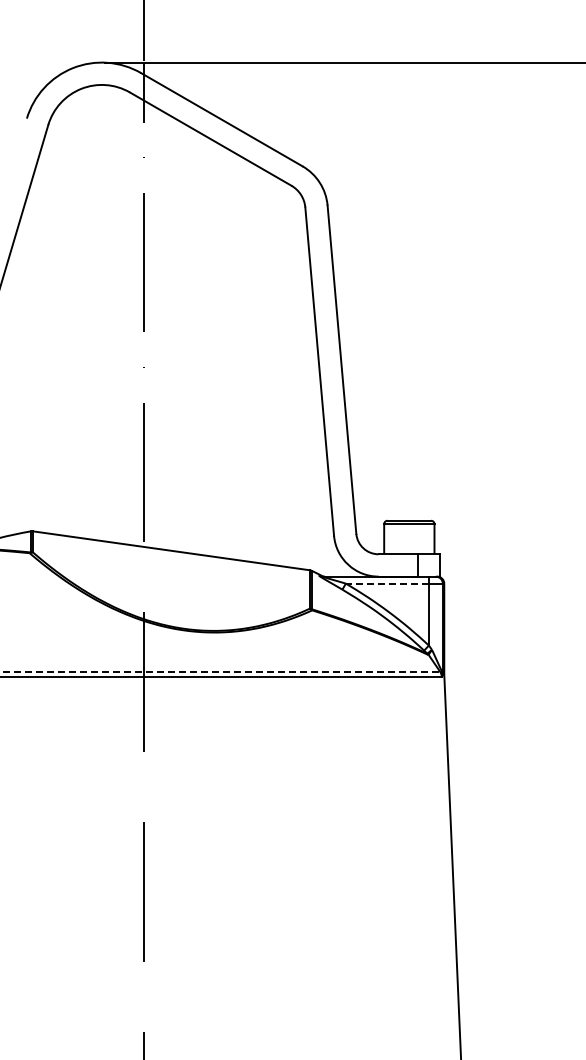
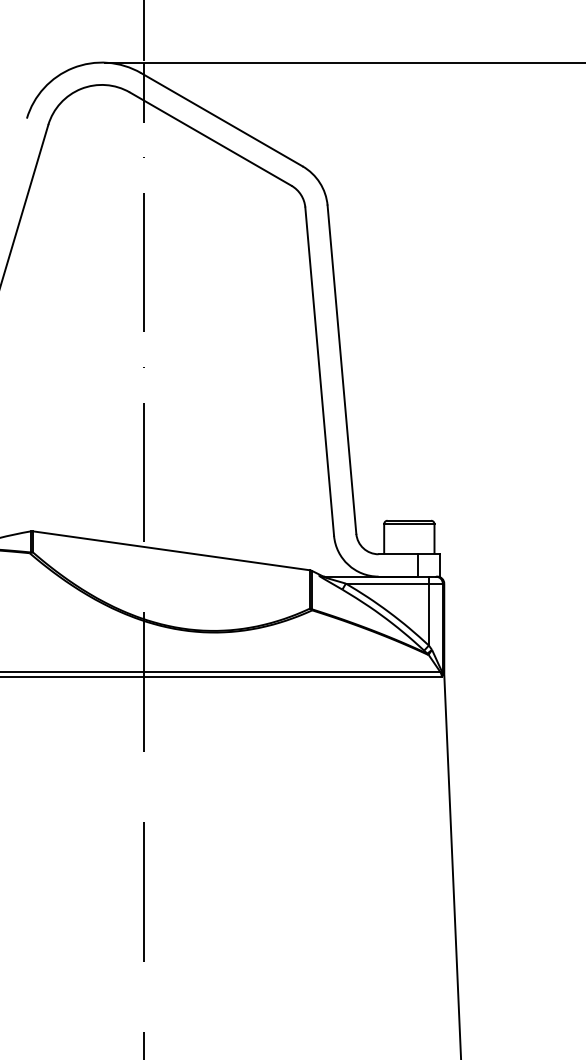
line at (387, 583): dashed -> solid
line at (220, 672): dashed -> solid
